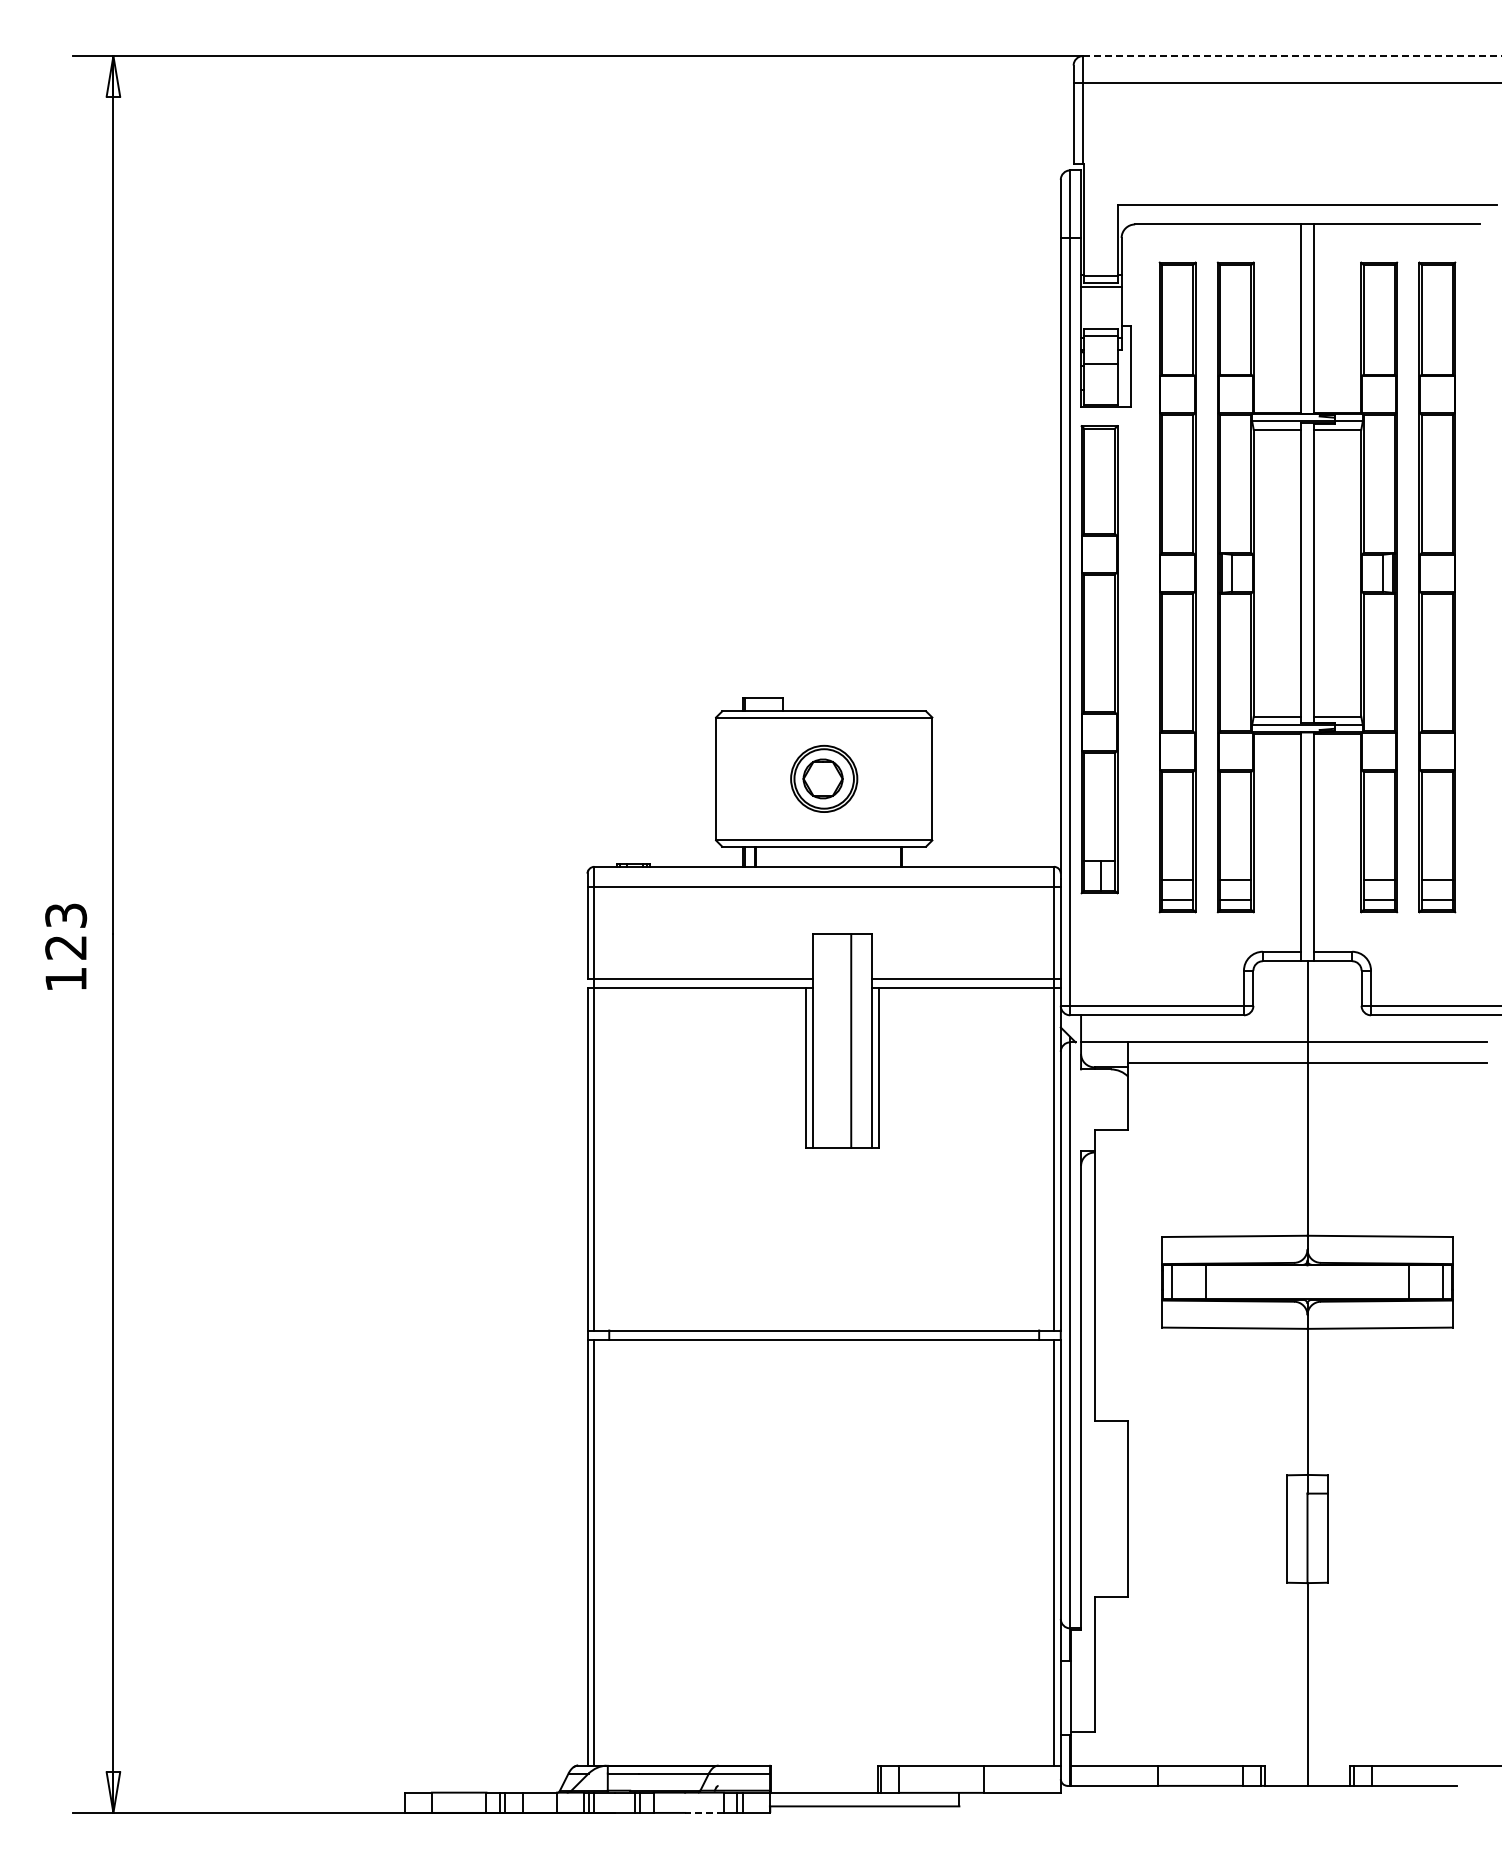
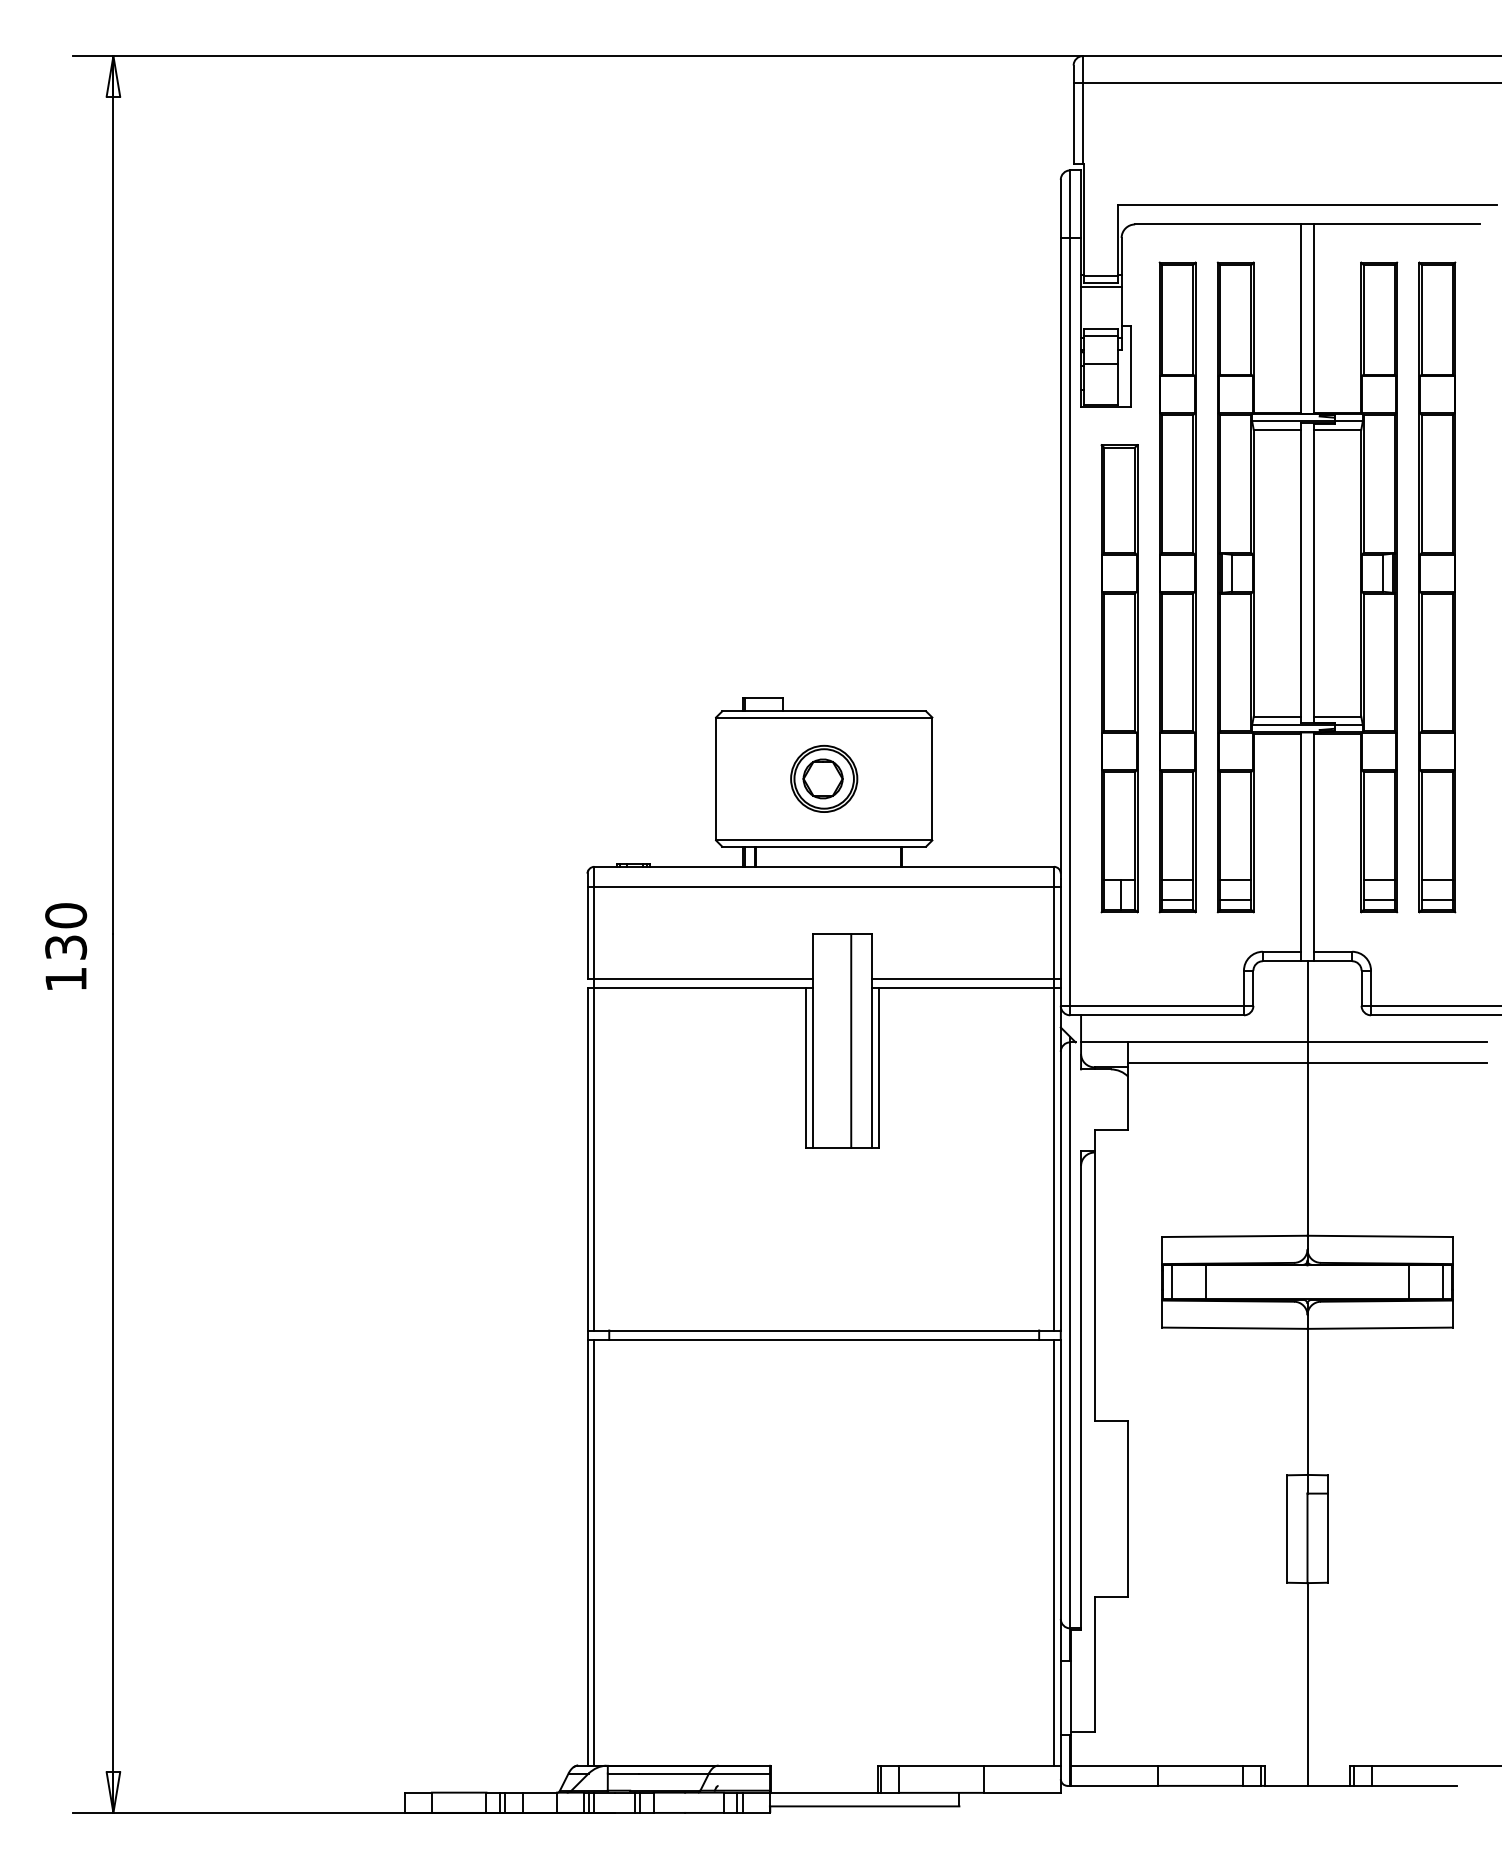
line at (1293, 56): dashed -> solid
part at (1099, 659) position: (1099, 659) -> (1119, 678)
text at (66, 931): 123 -> 130
line at (704, 1812): dashed -> solid
